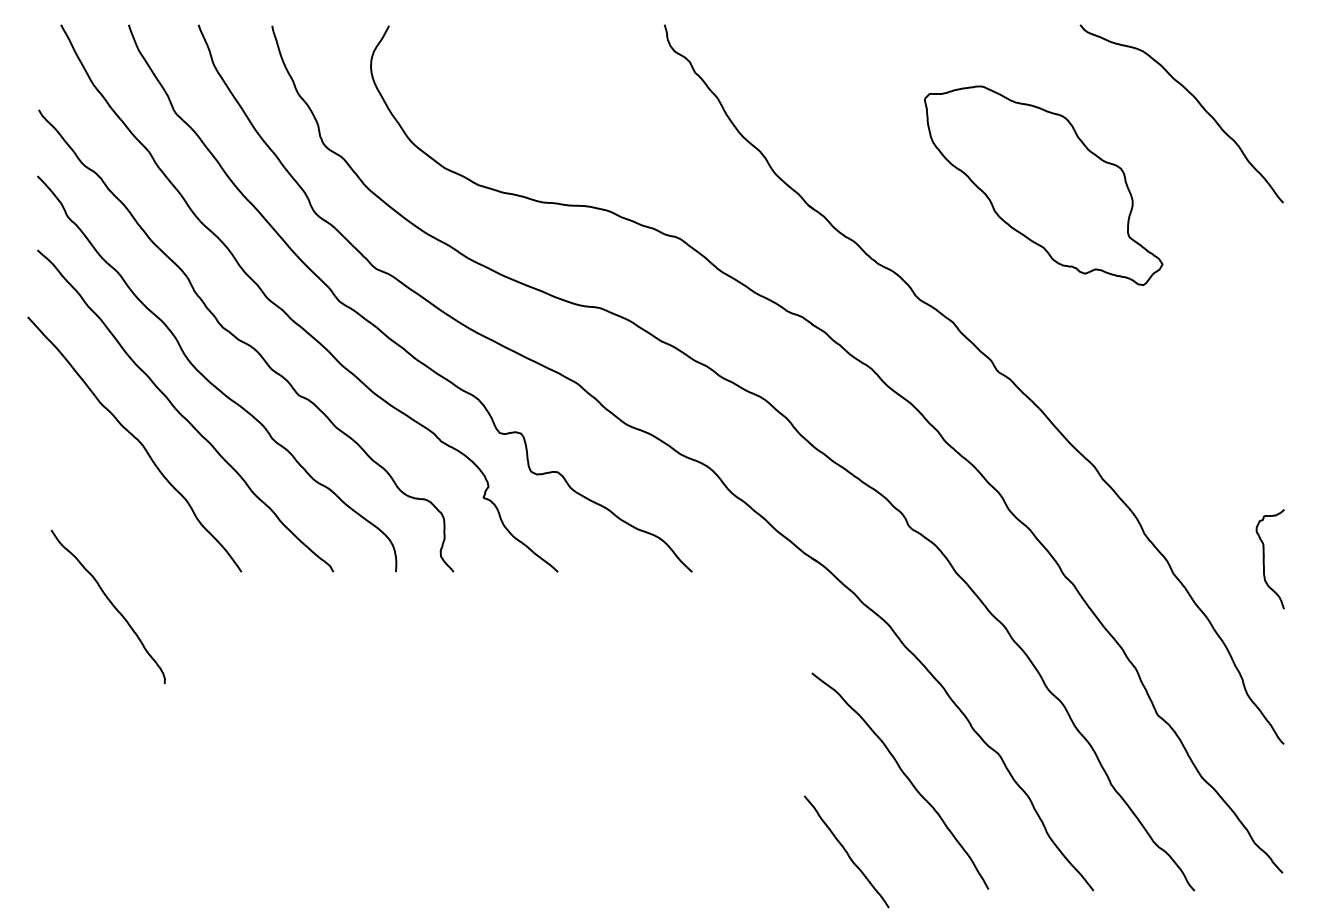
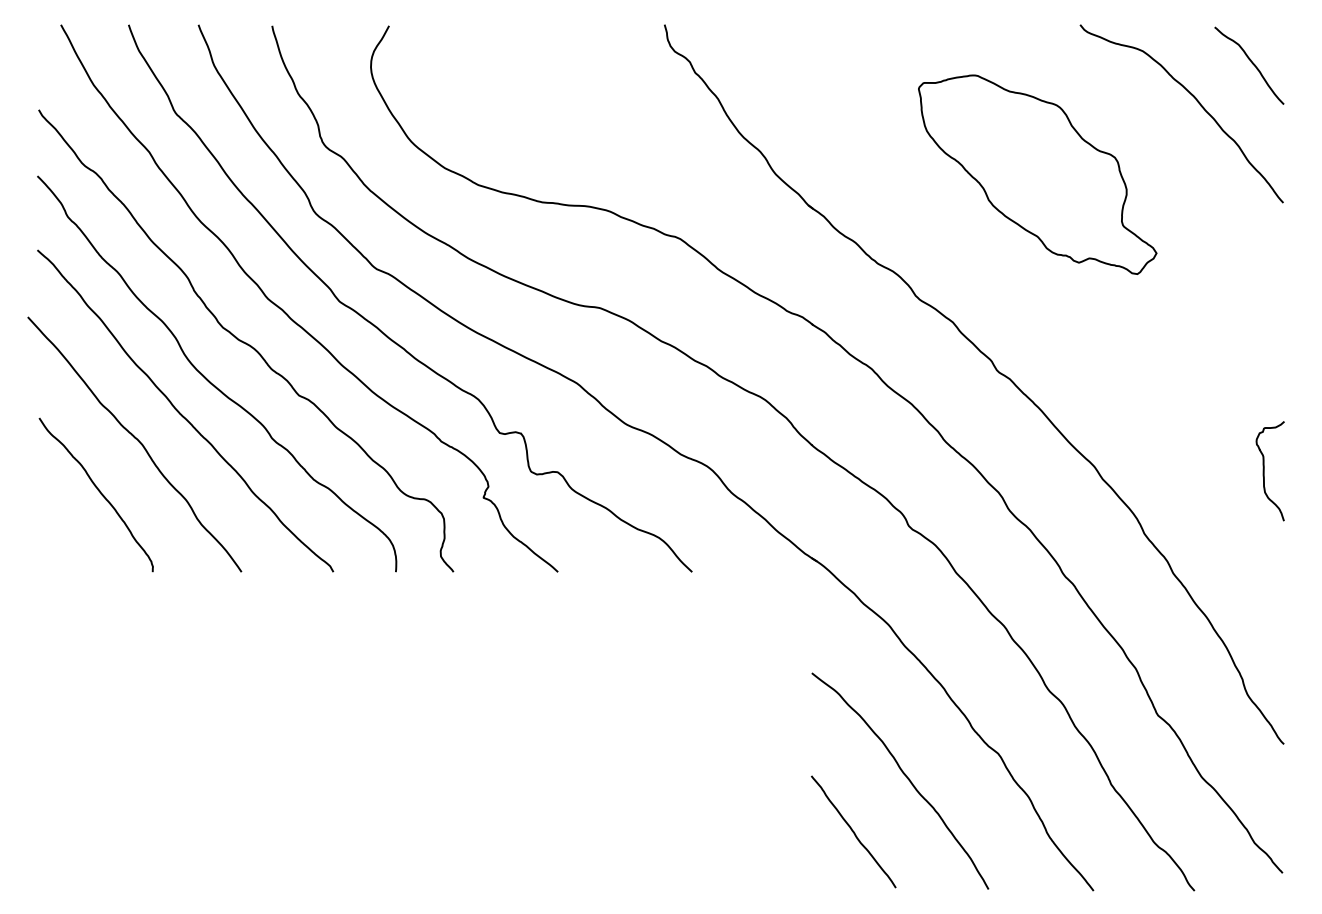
curve at (1251, 63): none -> present
part at (1043, 185) position: (1043, 185) -> (1037, 174)
curve at (1264, 559) position: (1264, 559) -> (1264, 471)
curve at (110, 603) position: (110, 603) -> (98, 491)
curve at (846, 851) position: (846, 851) -> (853, 831)
